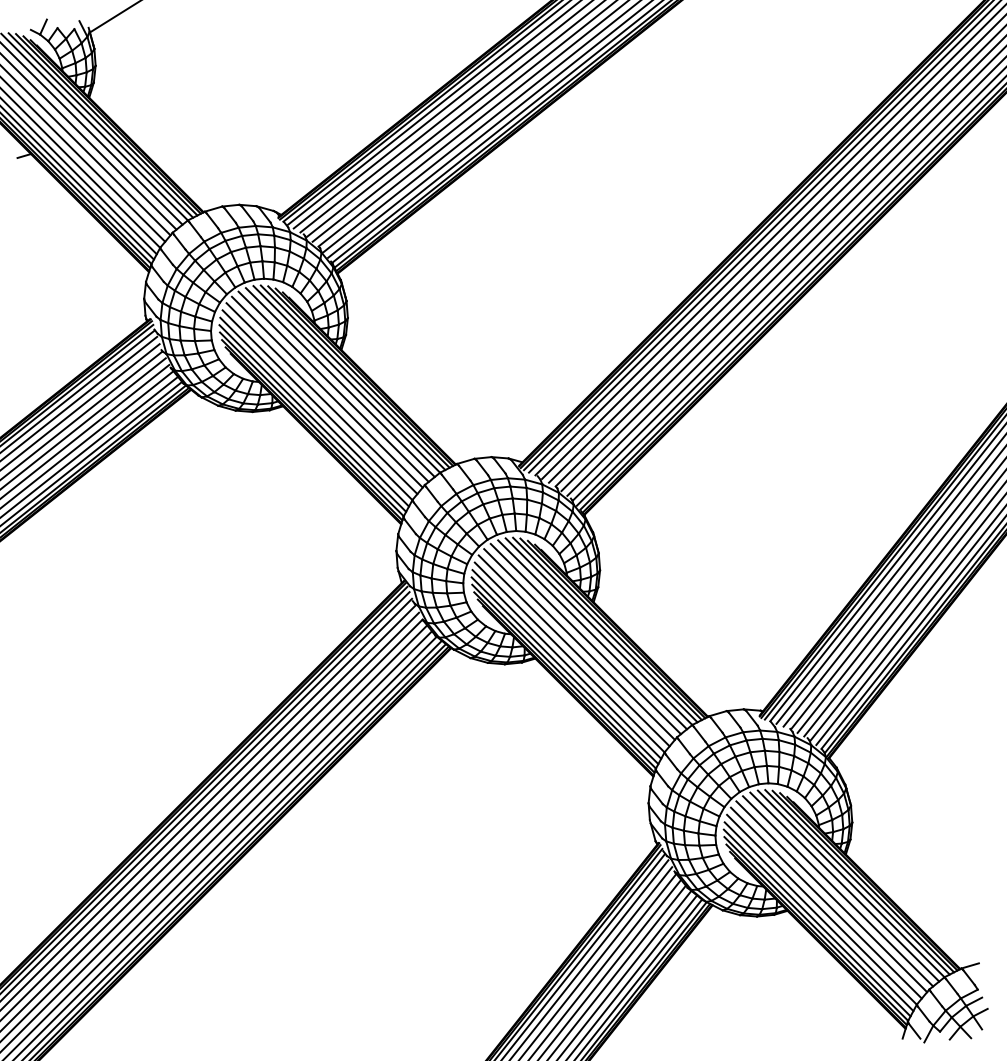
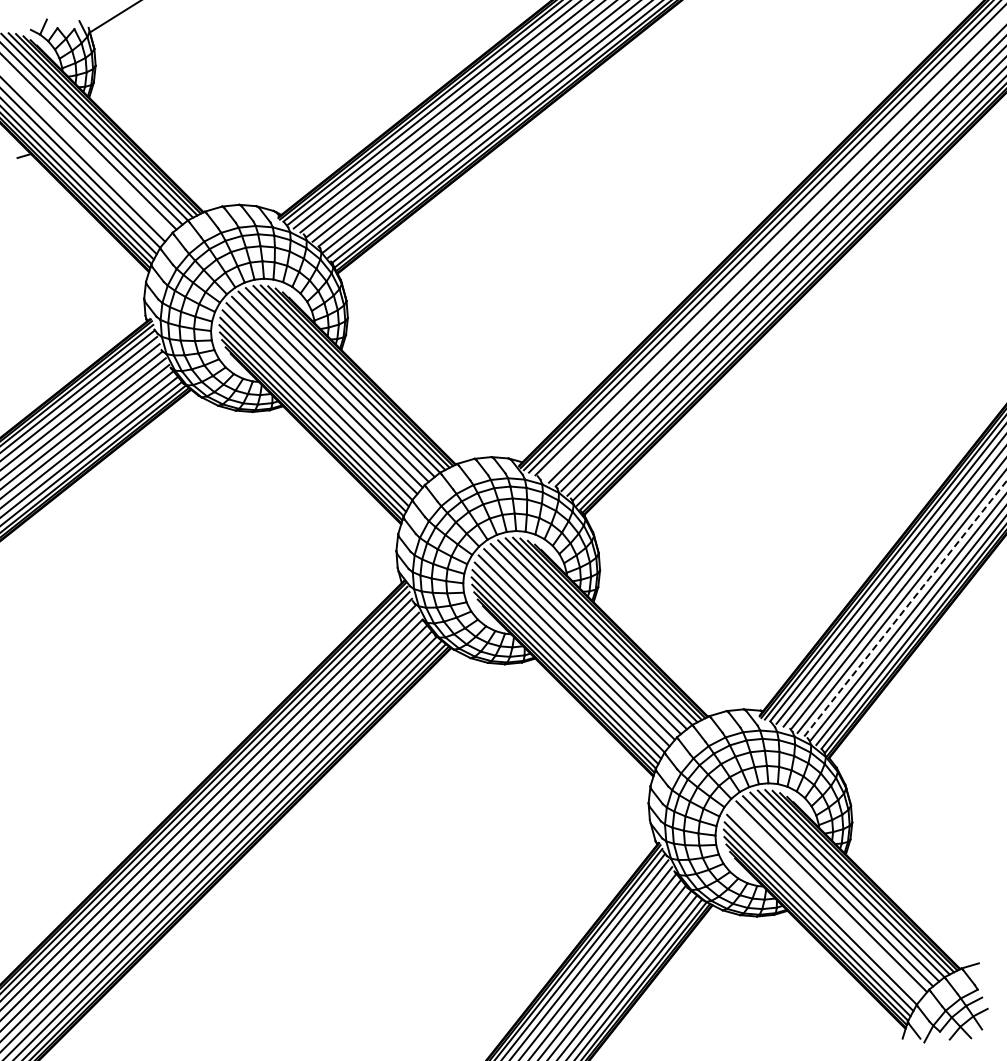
line at (86, 151): present -> none
line at (772, 247): present -> none
line at (905, 608): solid -> dashed
line at (825, 902): present -> none
